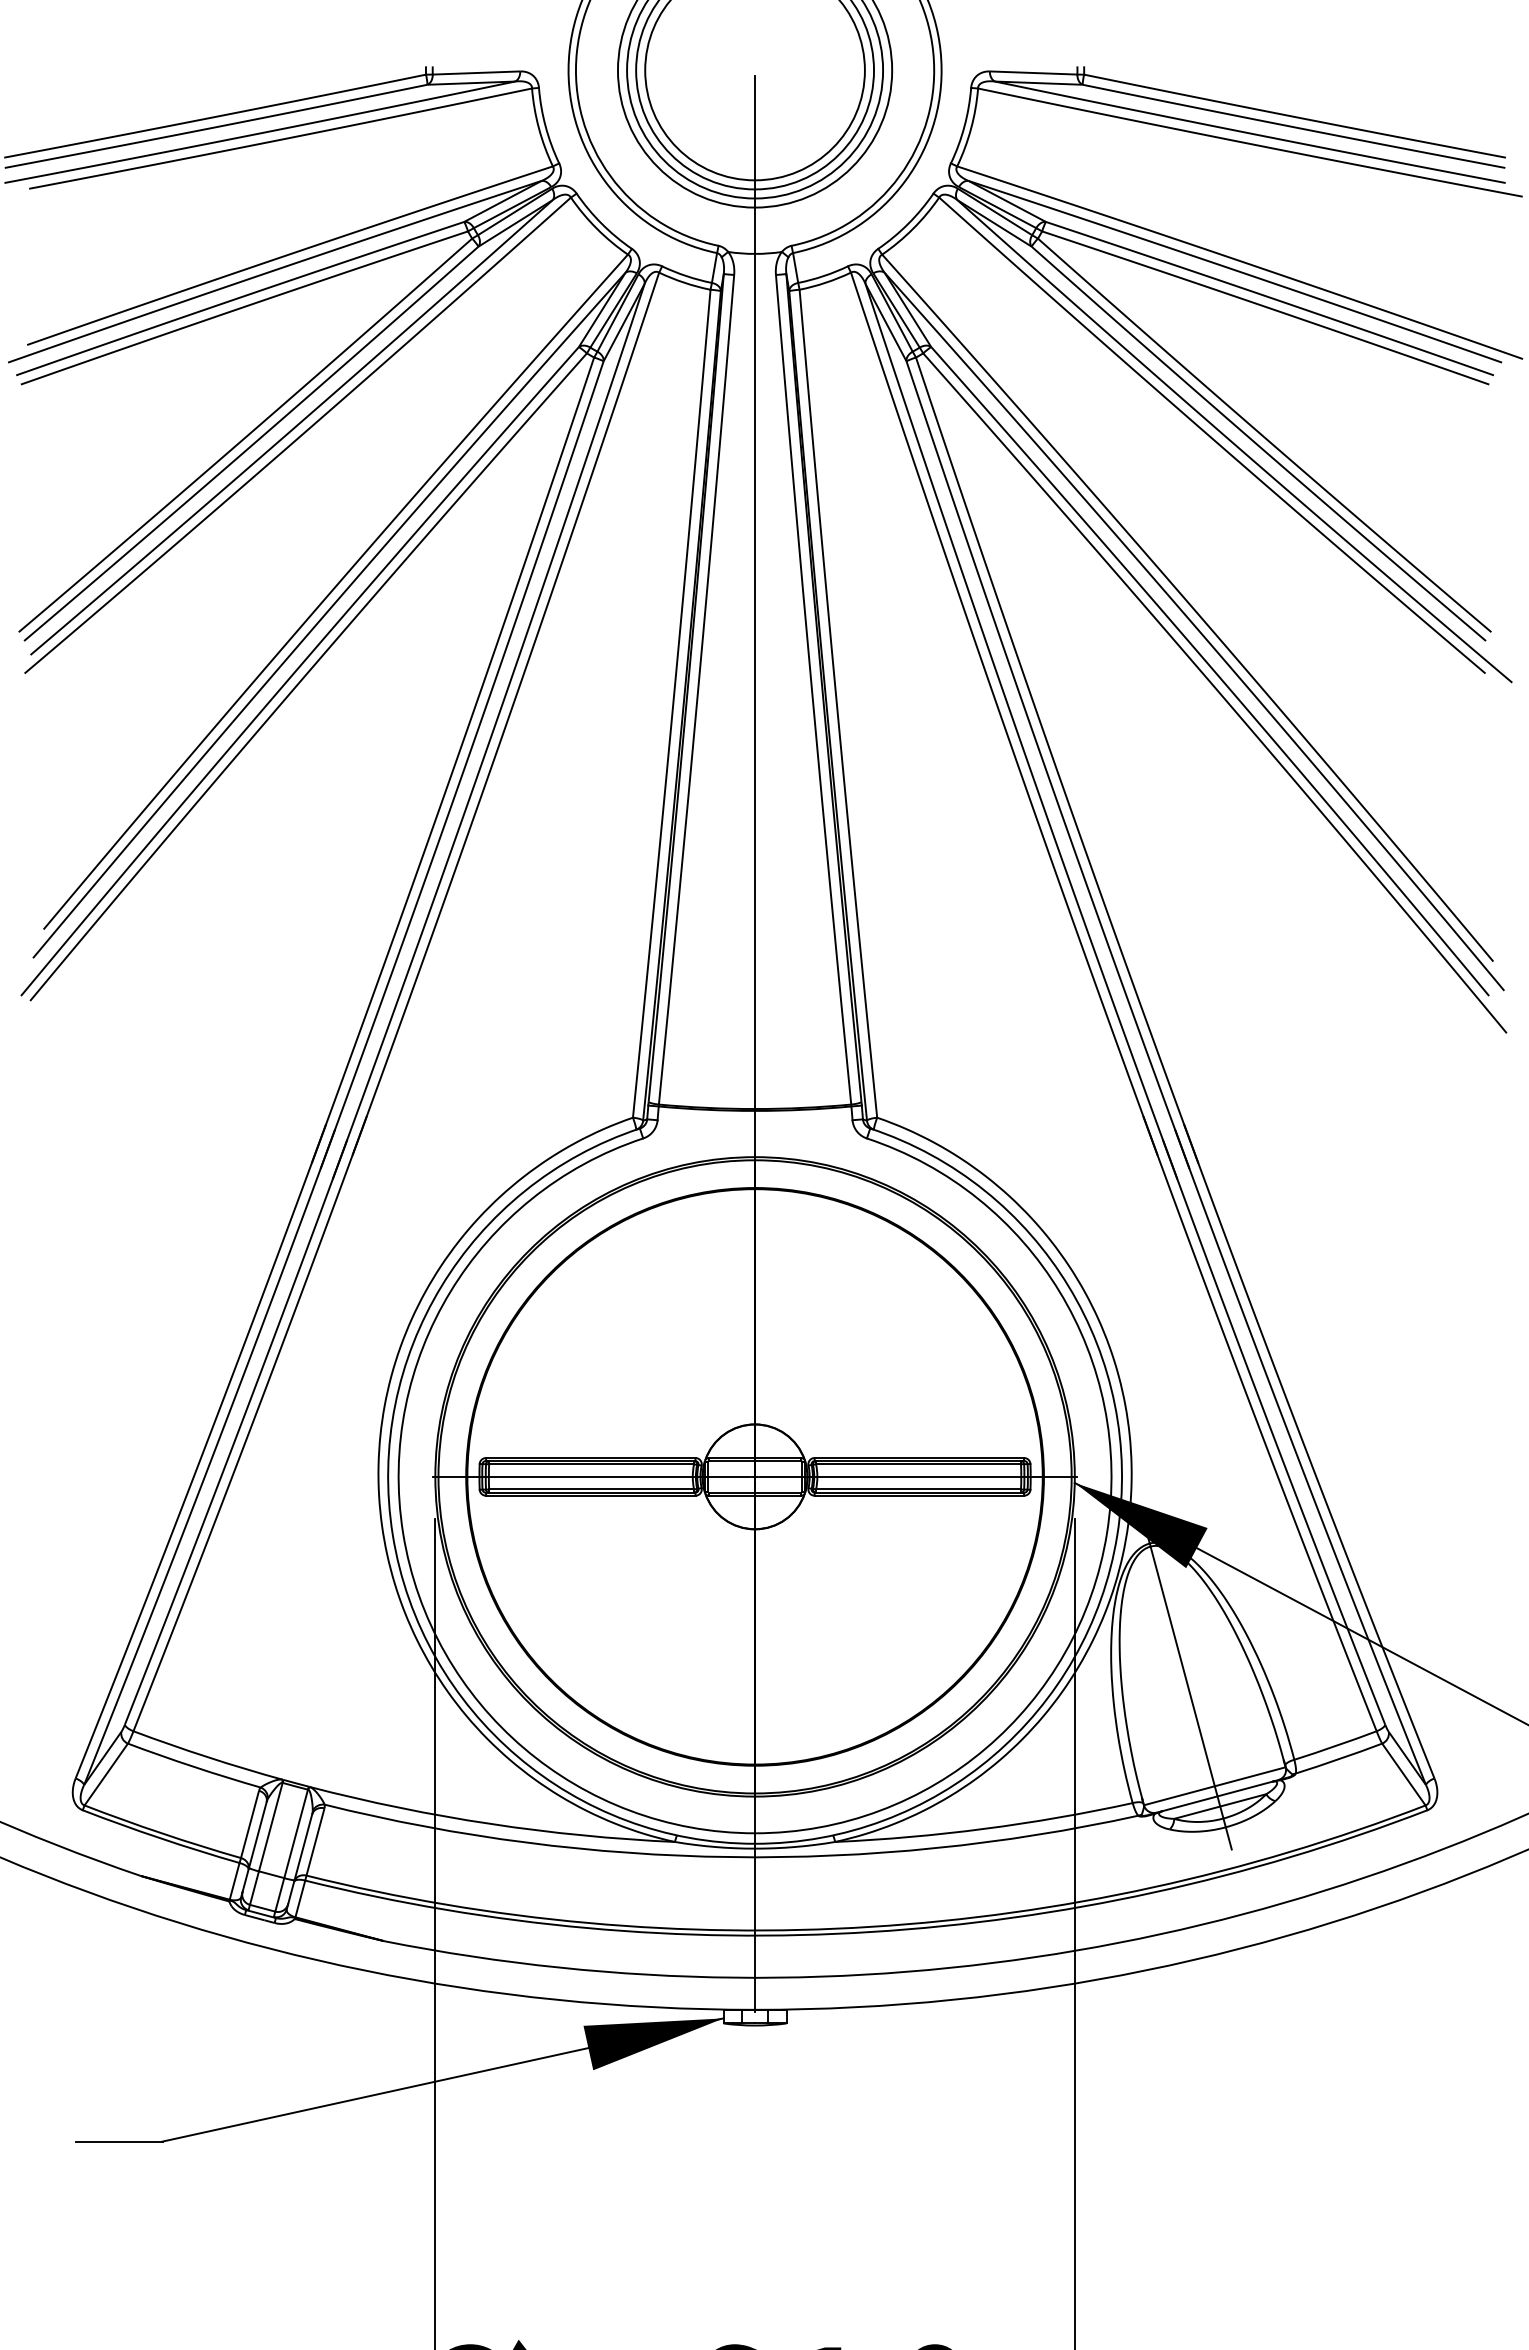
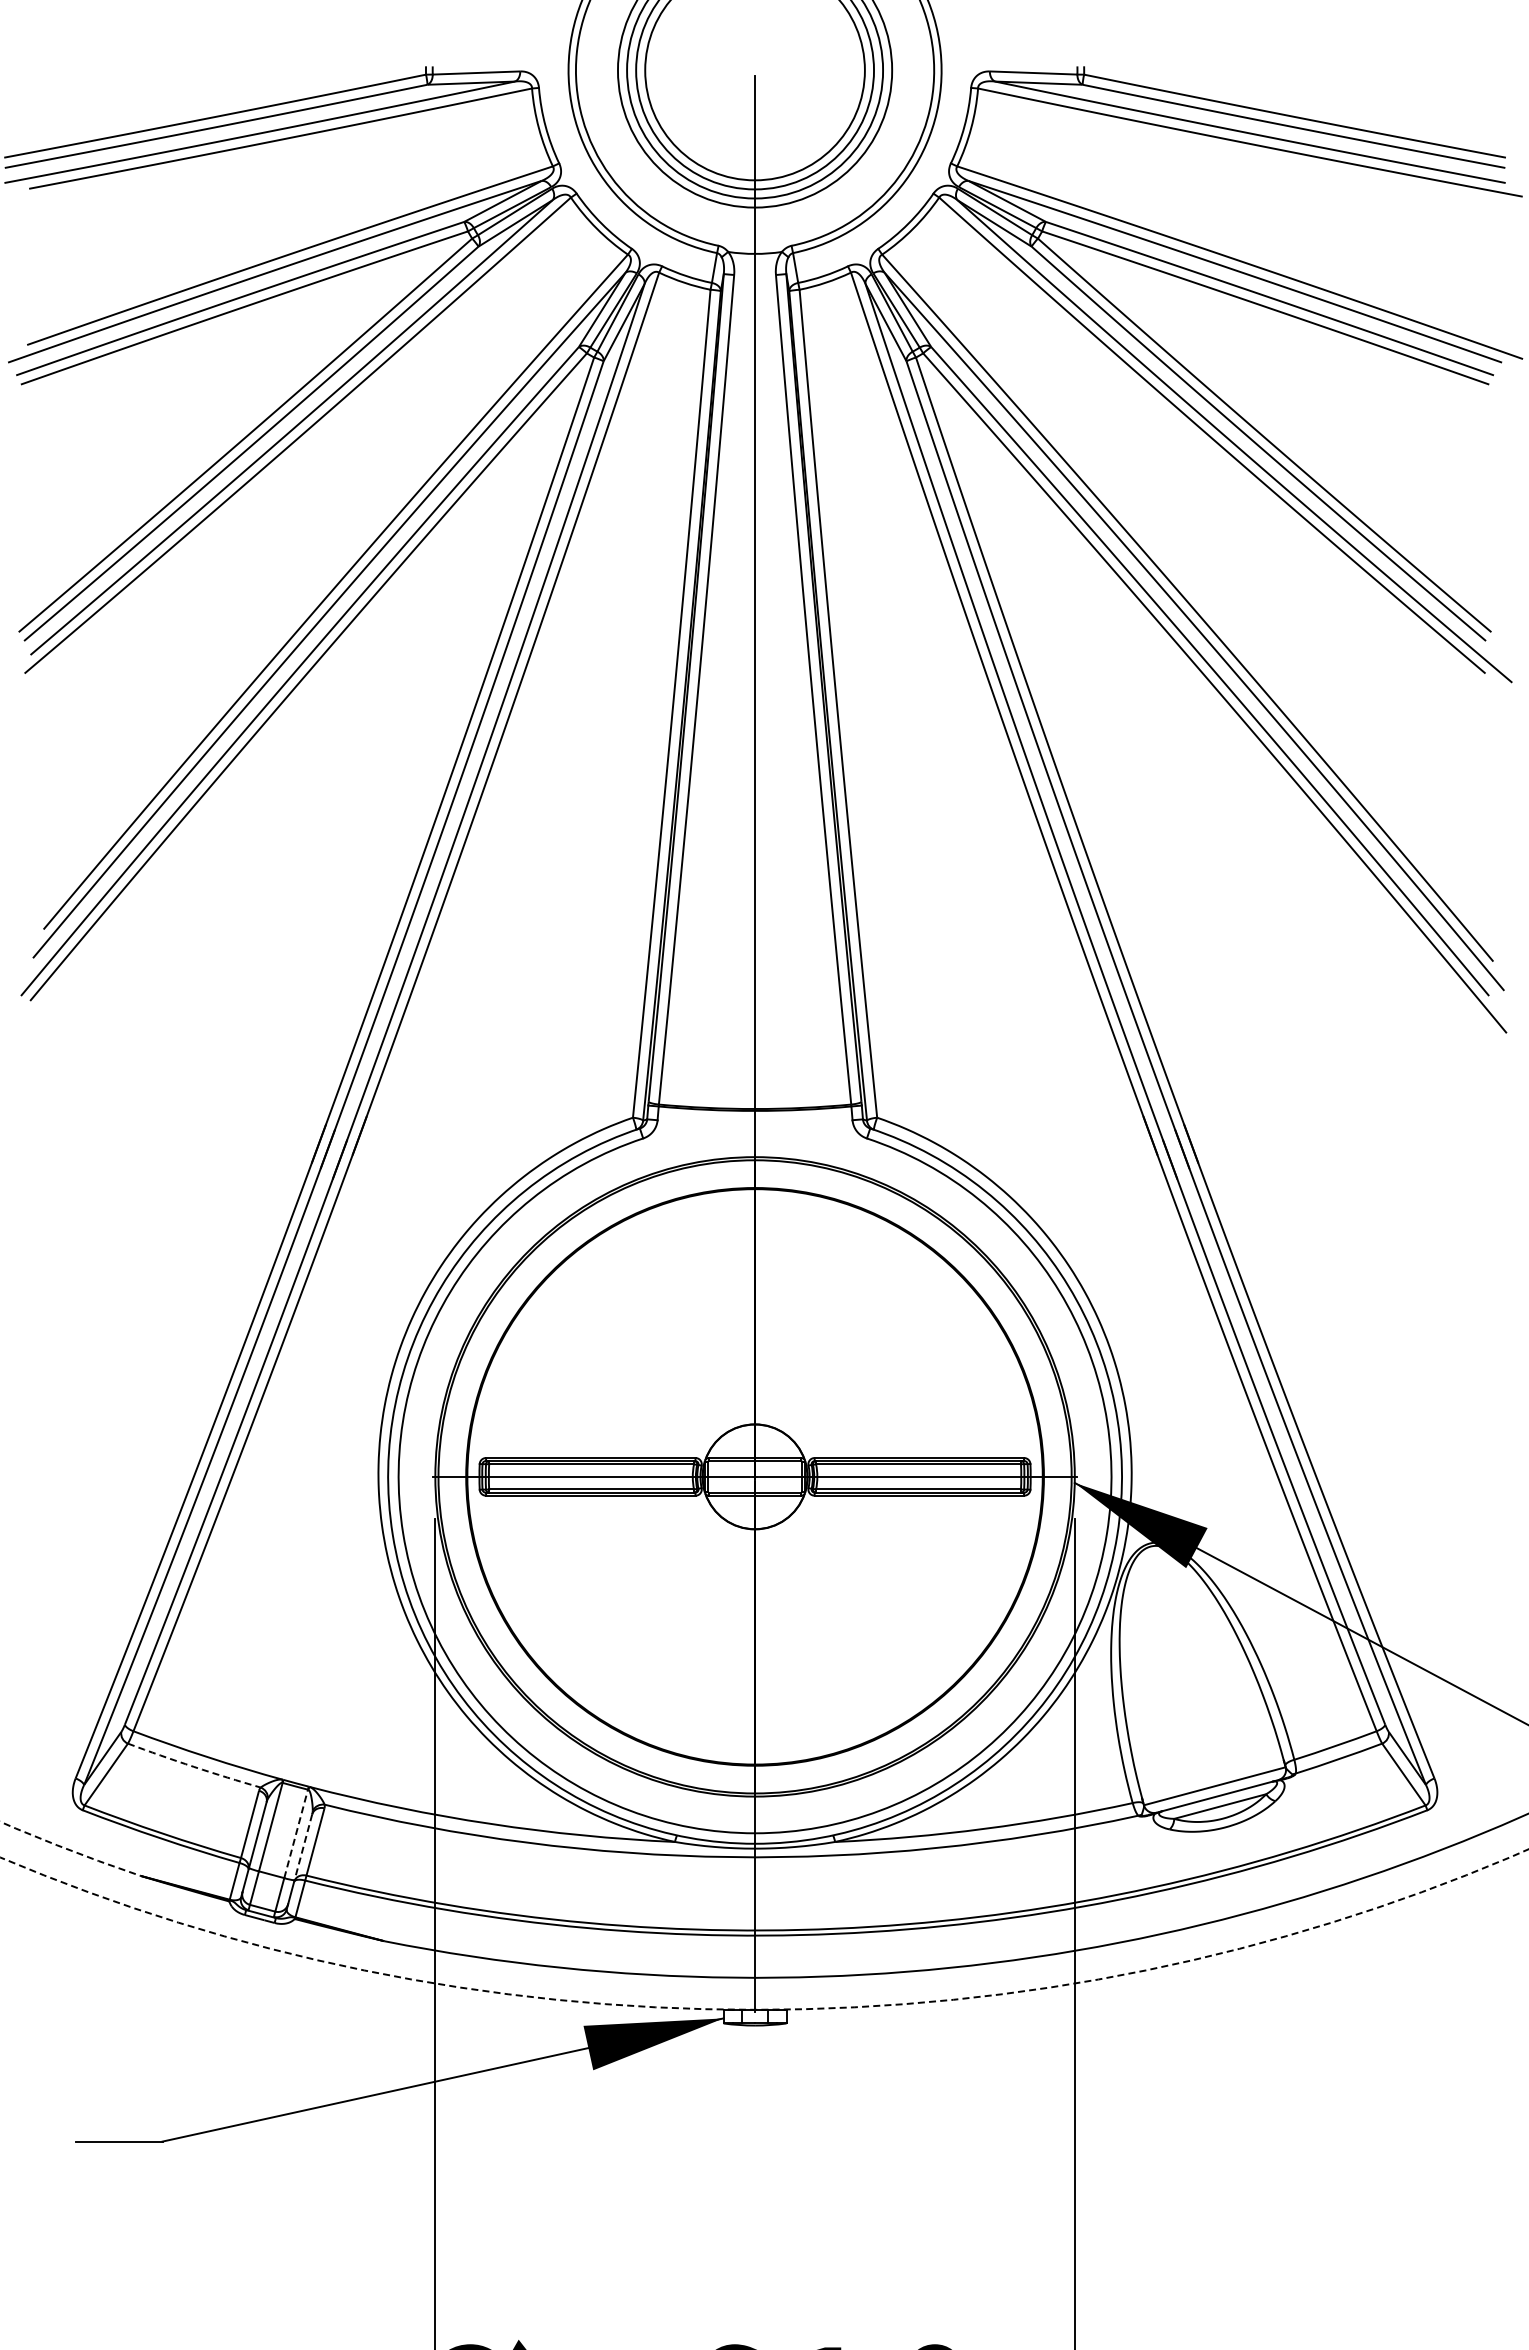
line at (1187, 1686): present -> none
arc at (193, 1766): solid -> dashed
line at (296, 1833): solid -> dashed
line at (303, 1847): solid -> dashed
arc at (69, 1850): solid -> dashed
circle at (764, 1929): solid -> dashed
